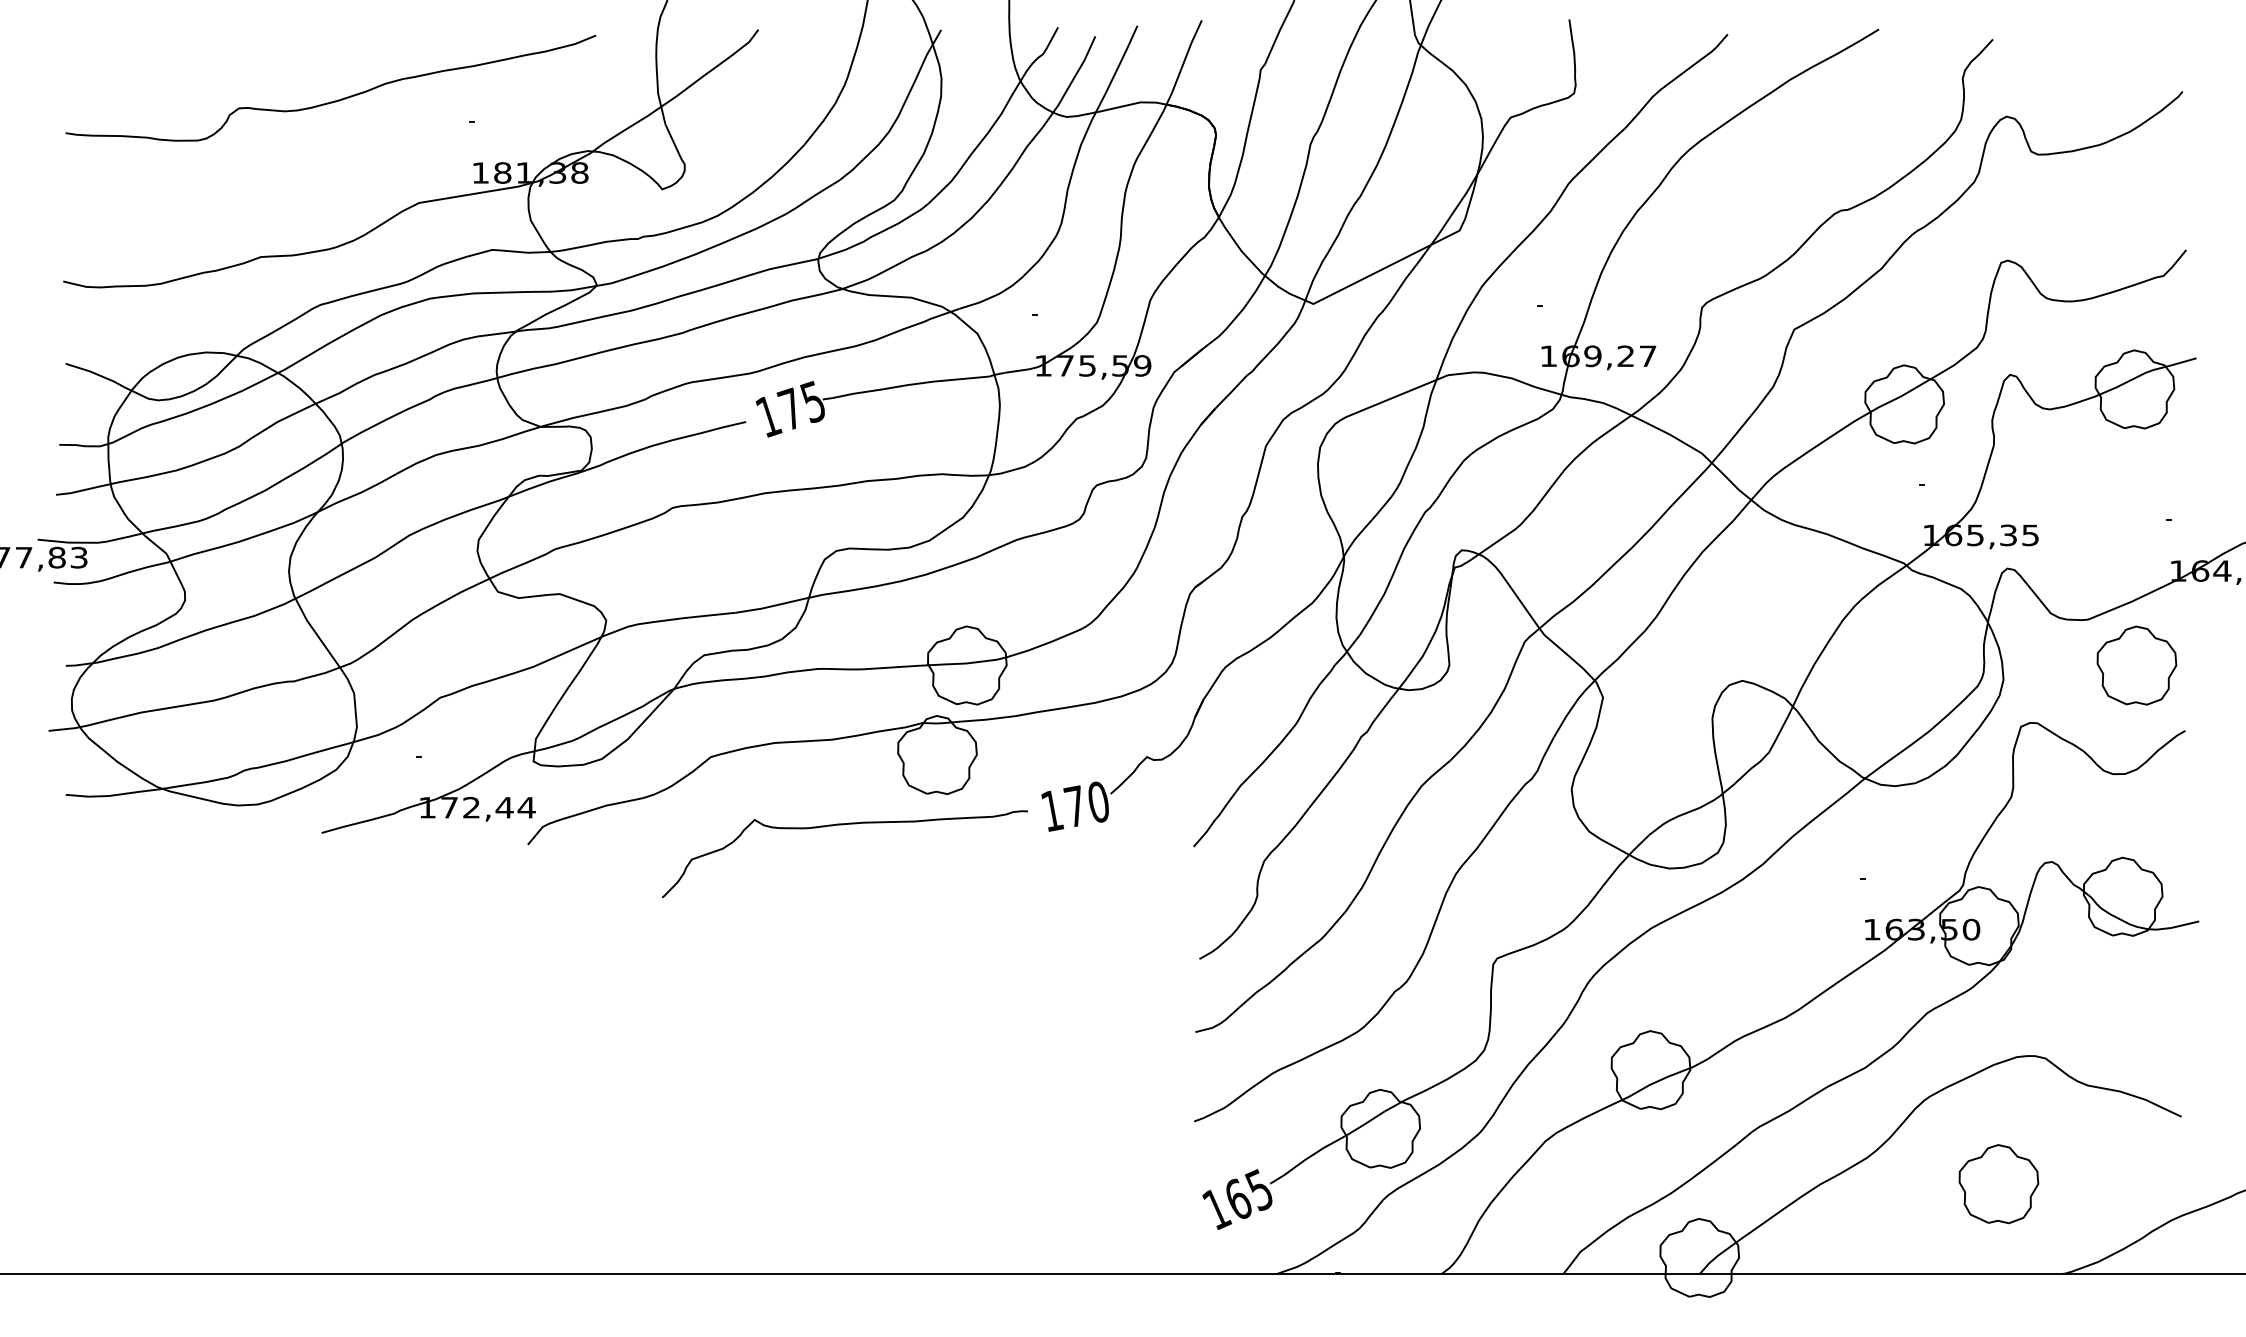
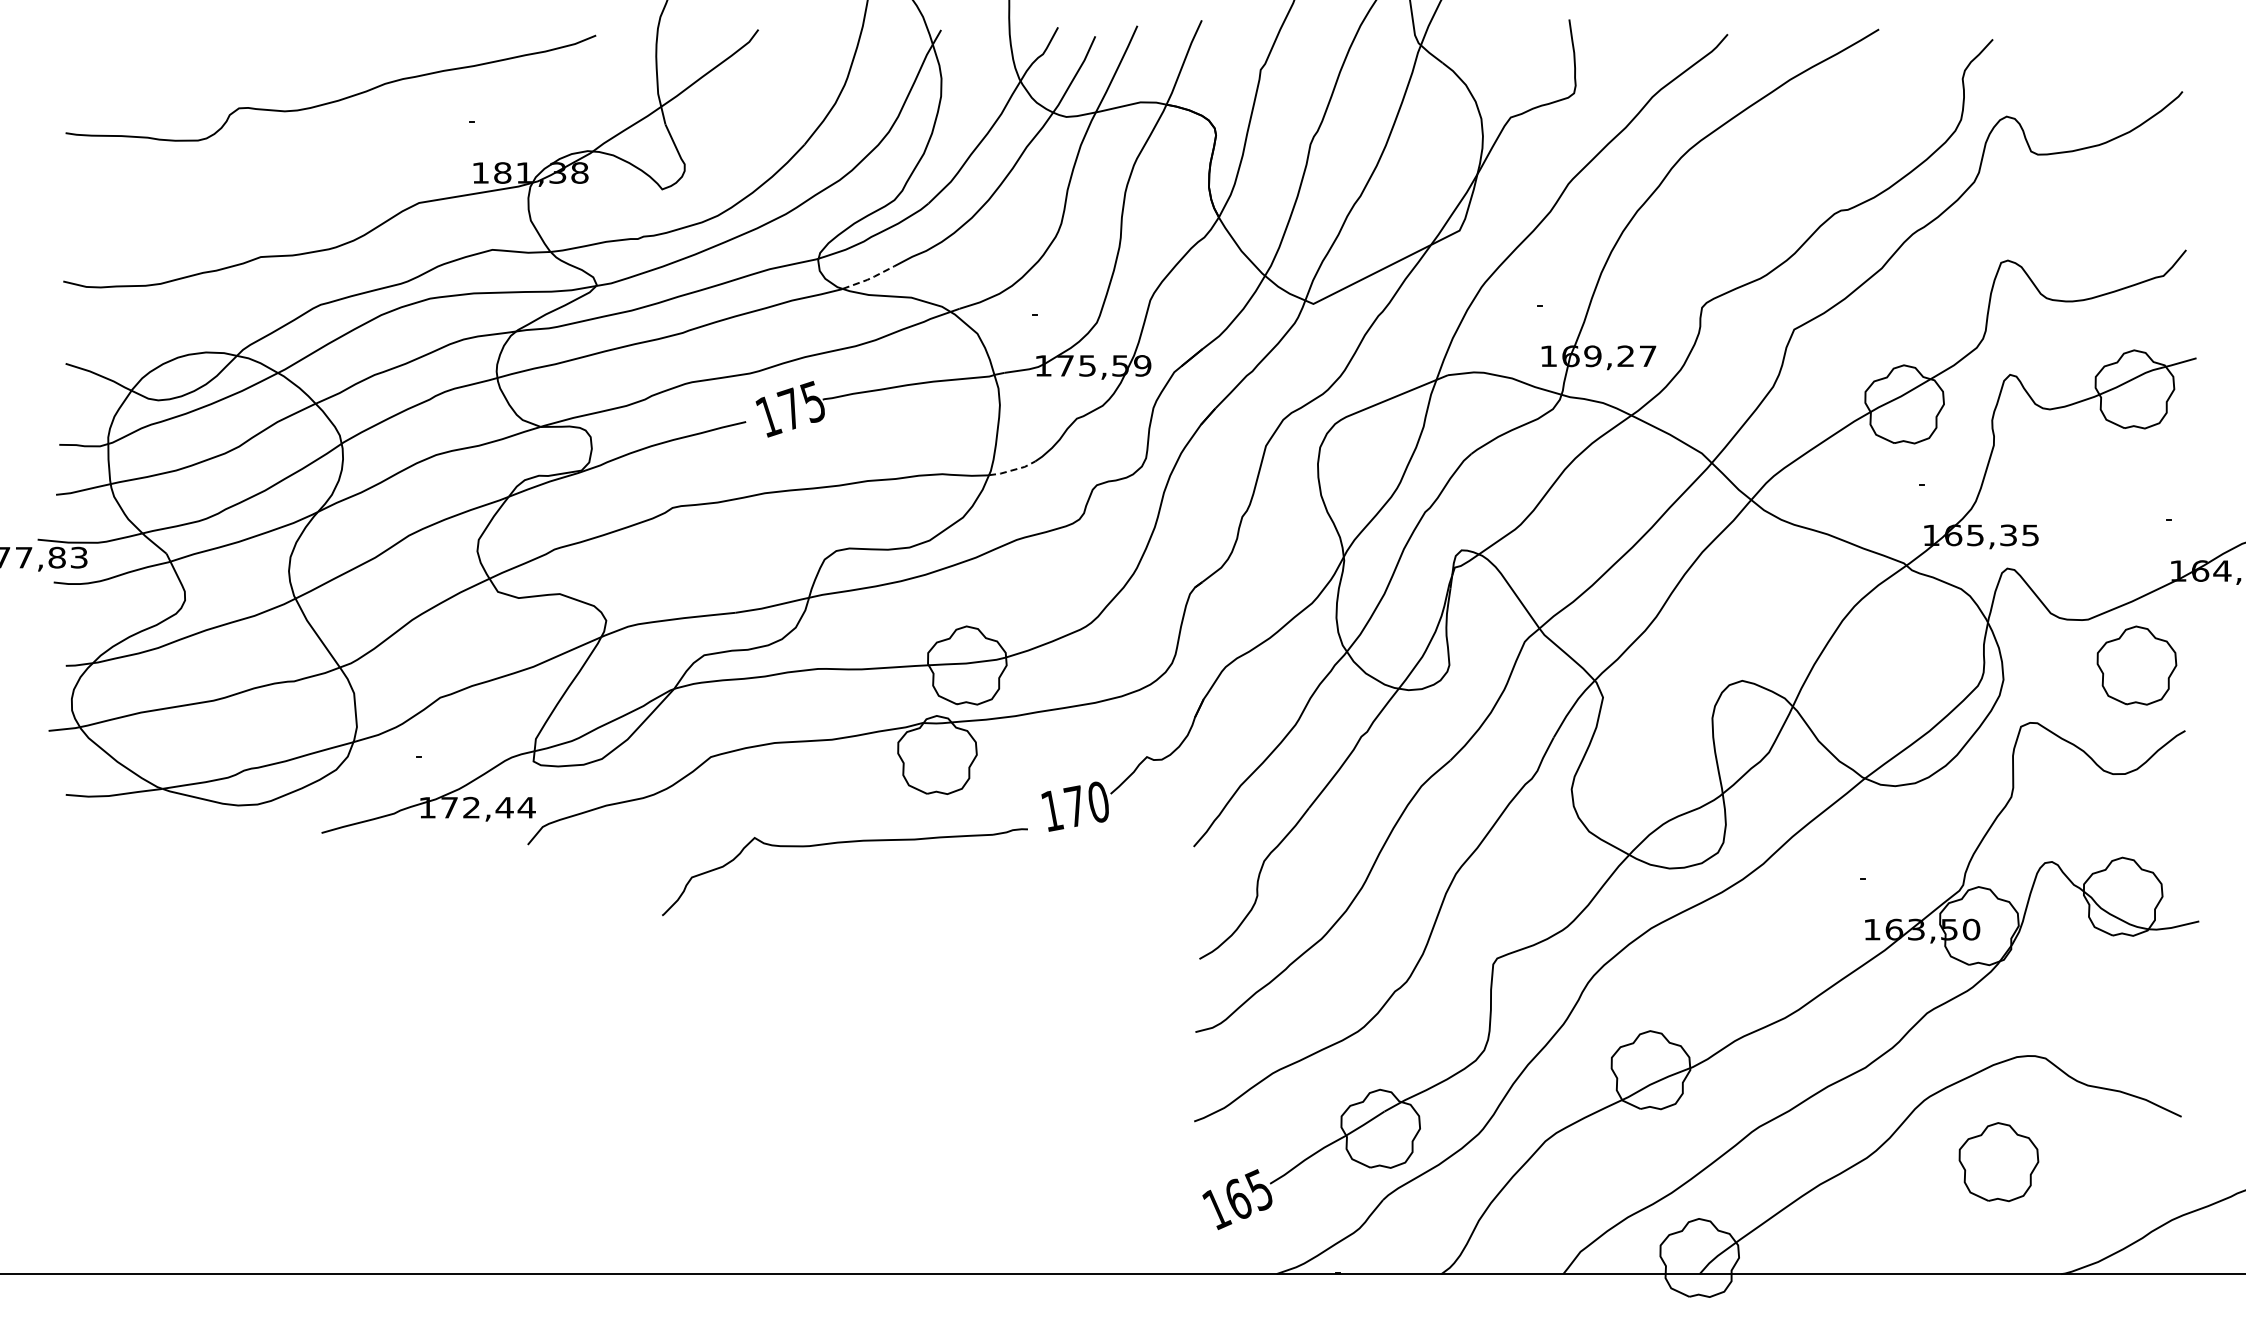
line at (868, 279): solid -> dashed
line at (1012, 470): solid -> dashed
part at (843, 825) position: (843, 825) -> (843, 843)
part at (1998, 1184) position: (1998, 1184) -> (1998, 1162)
